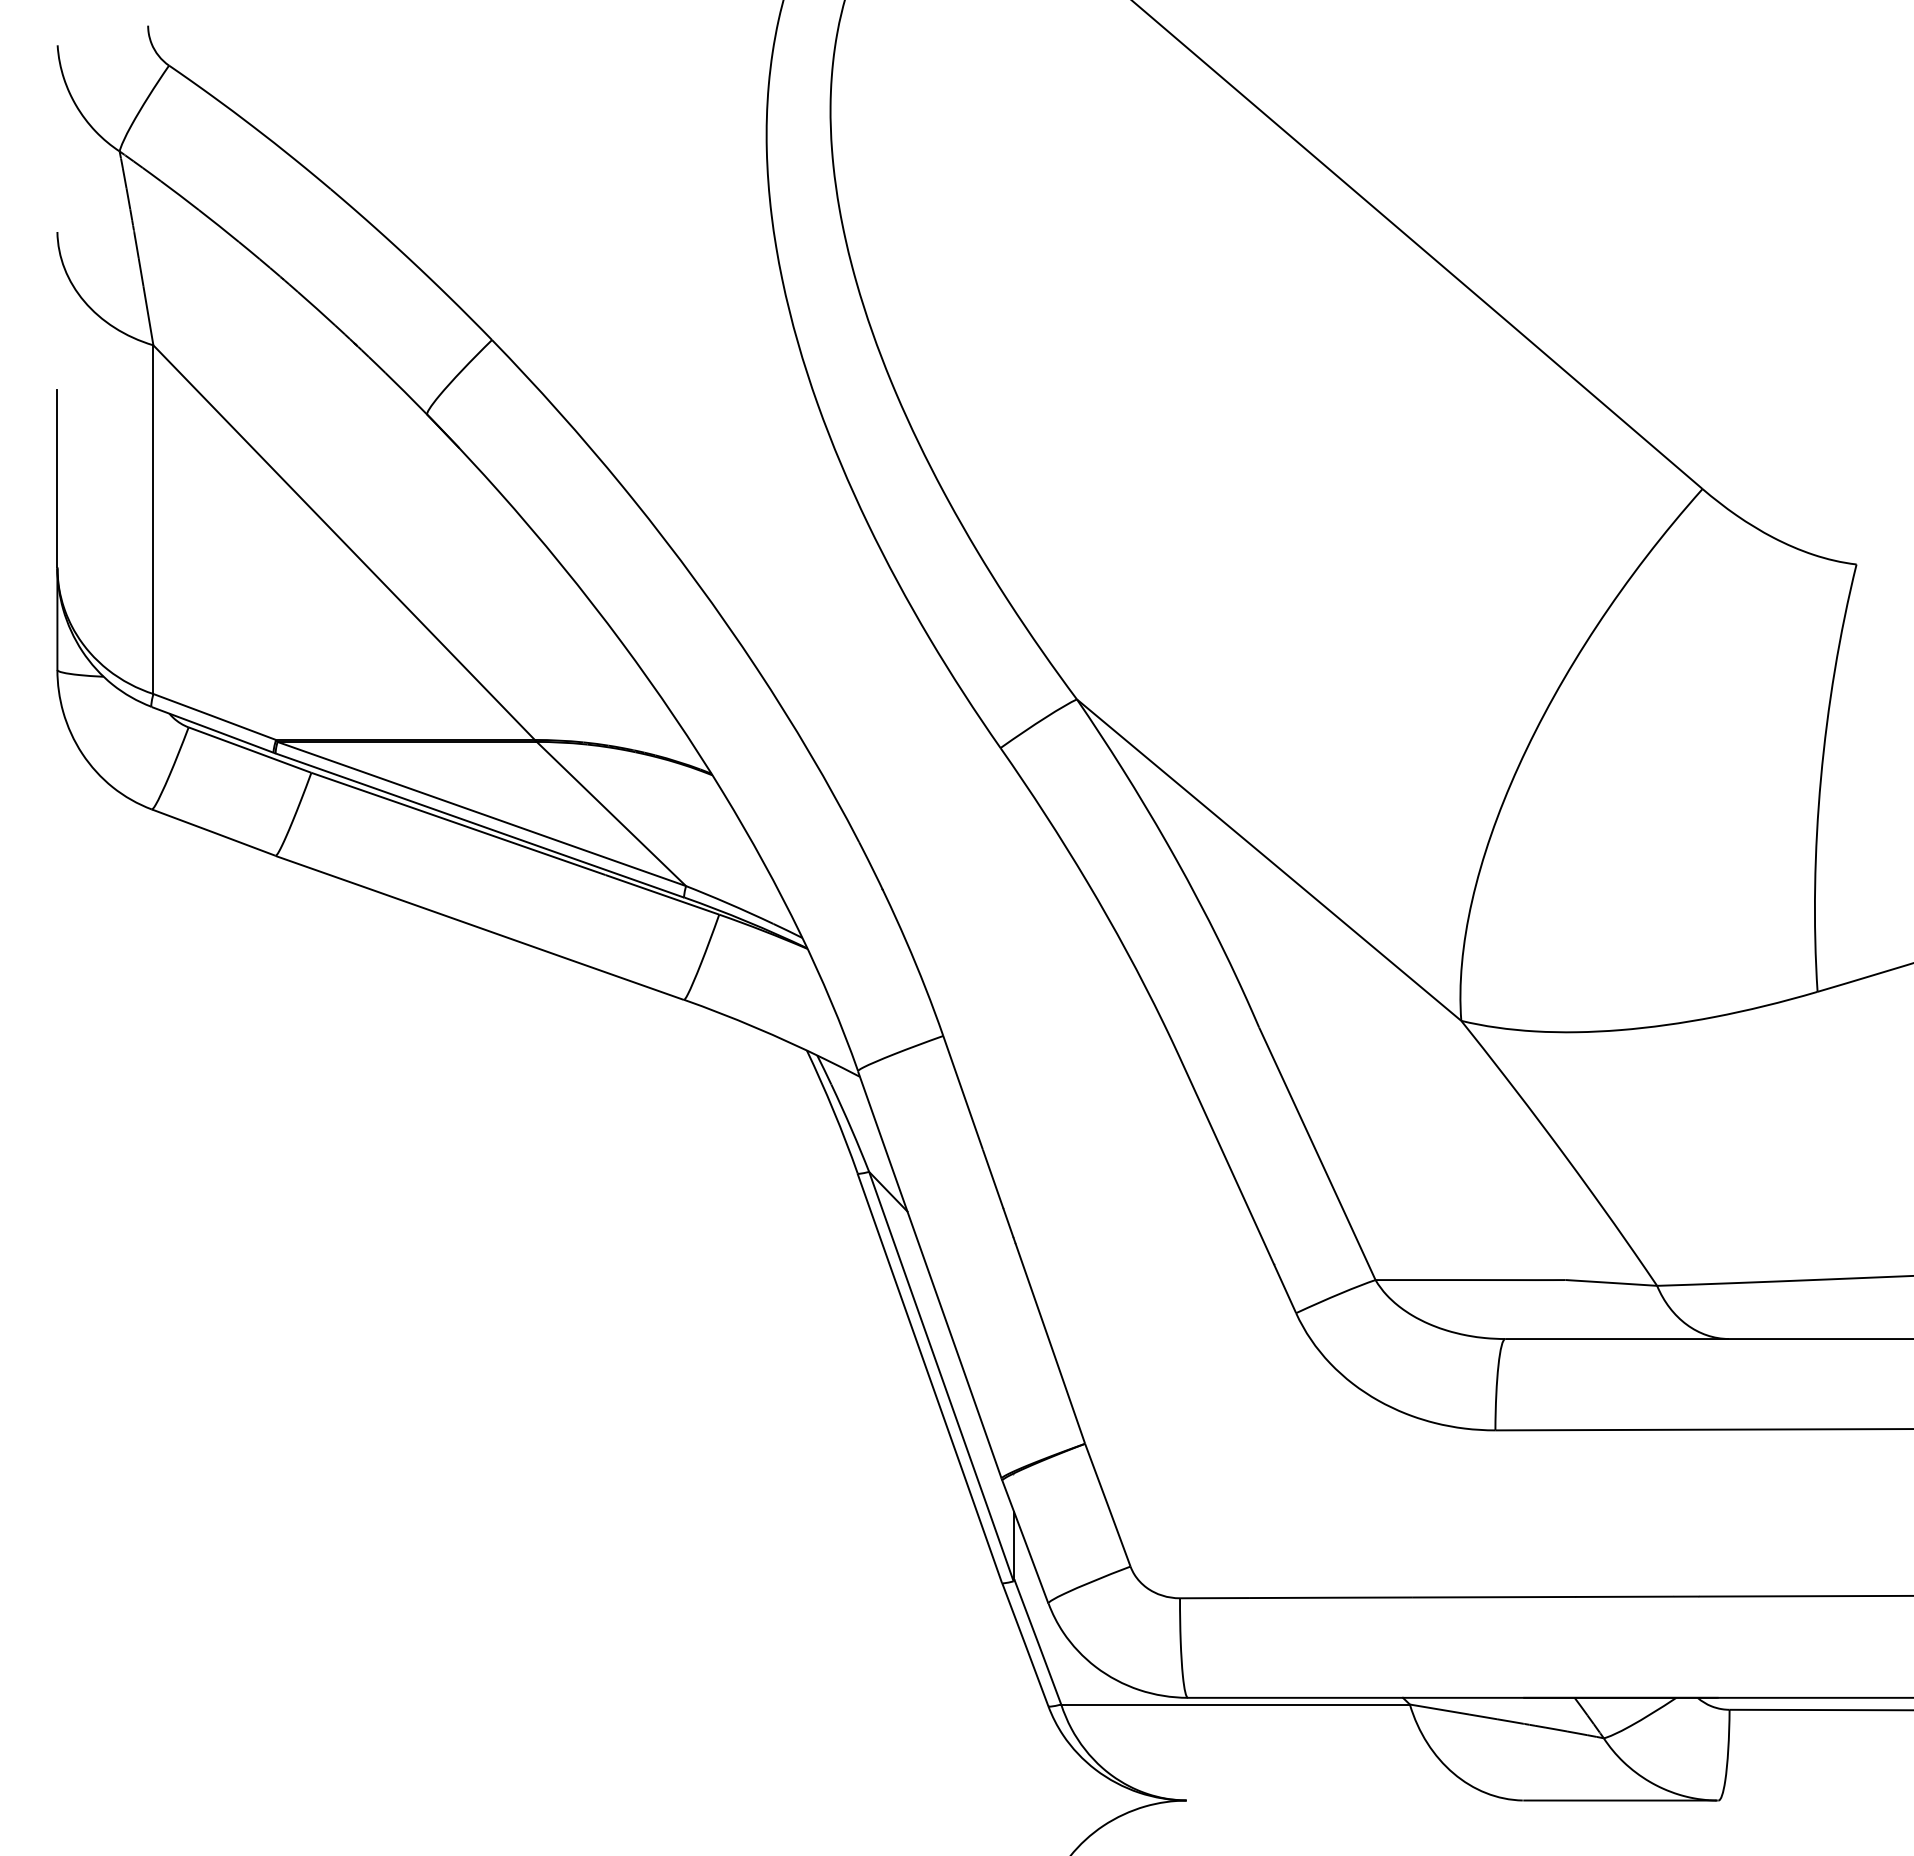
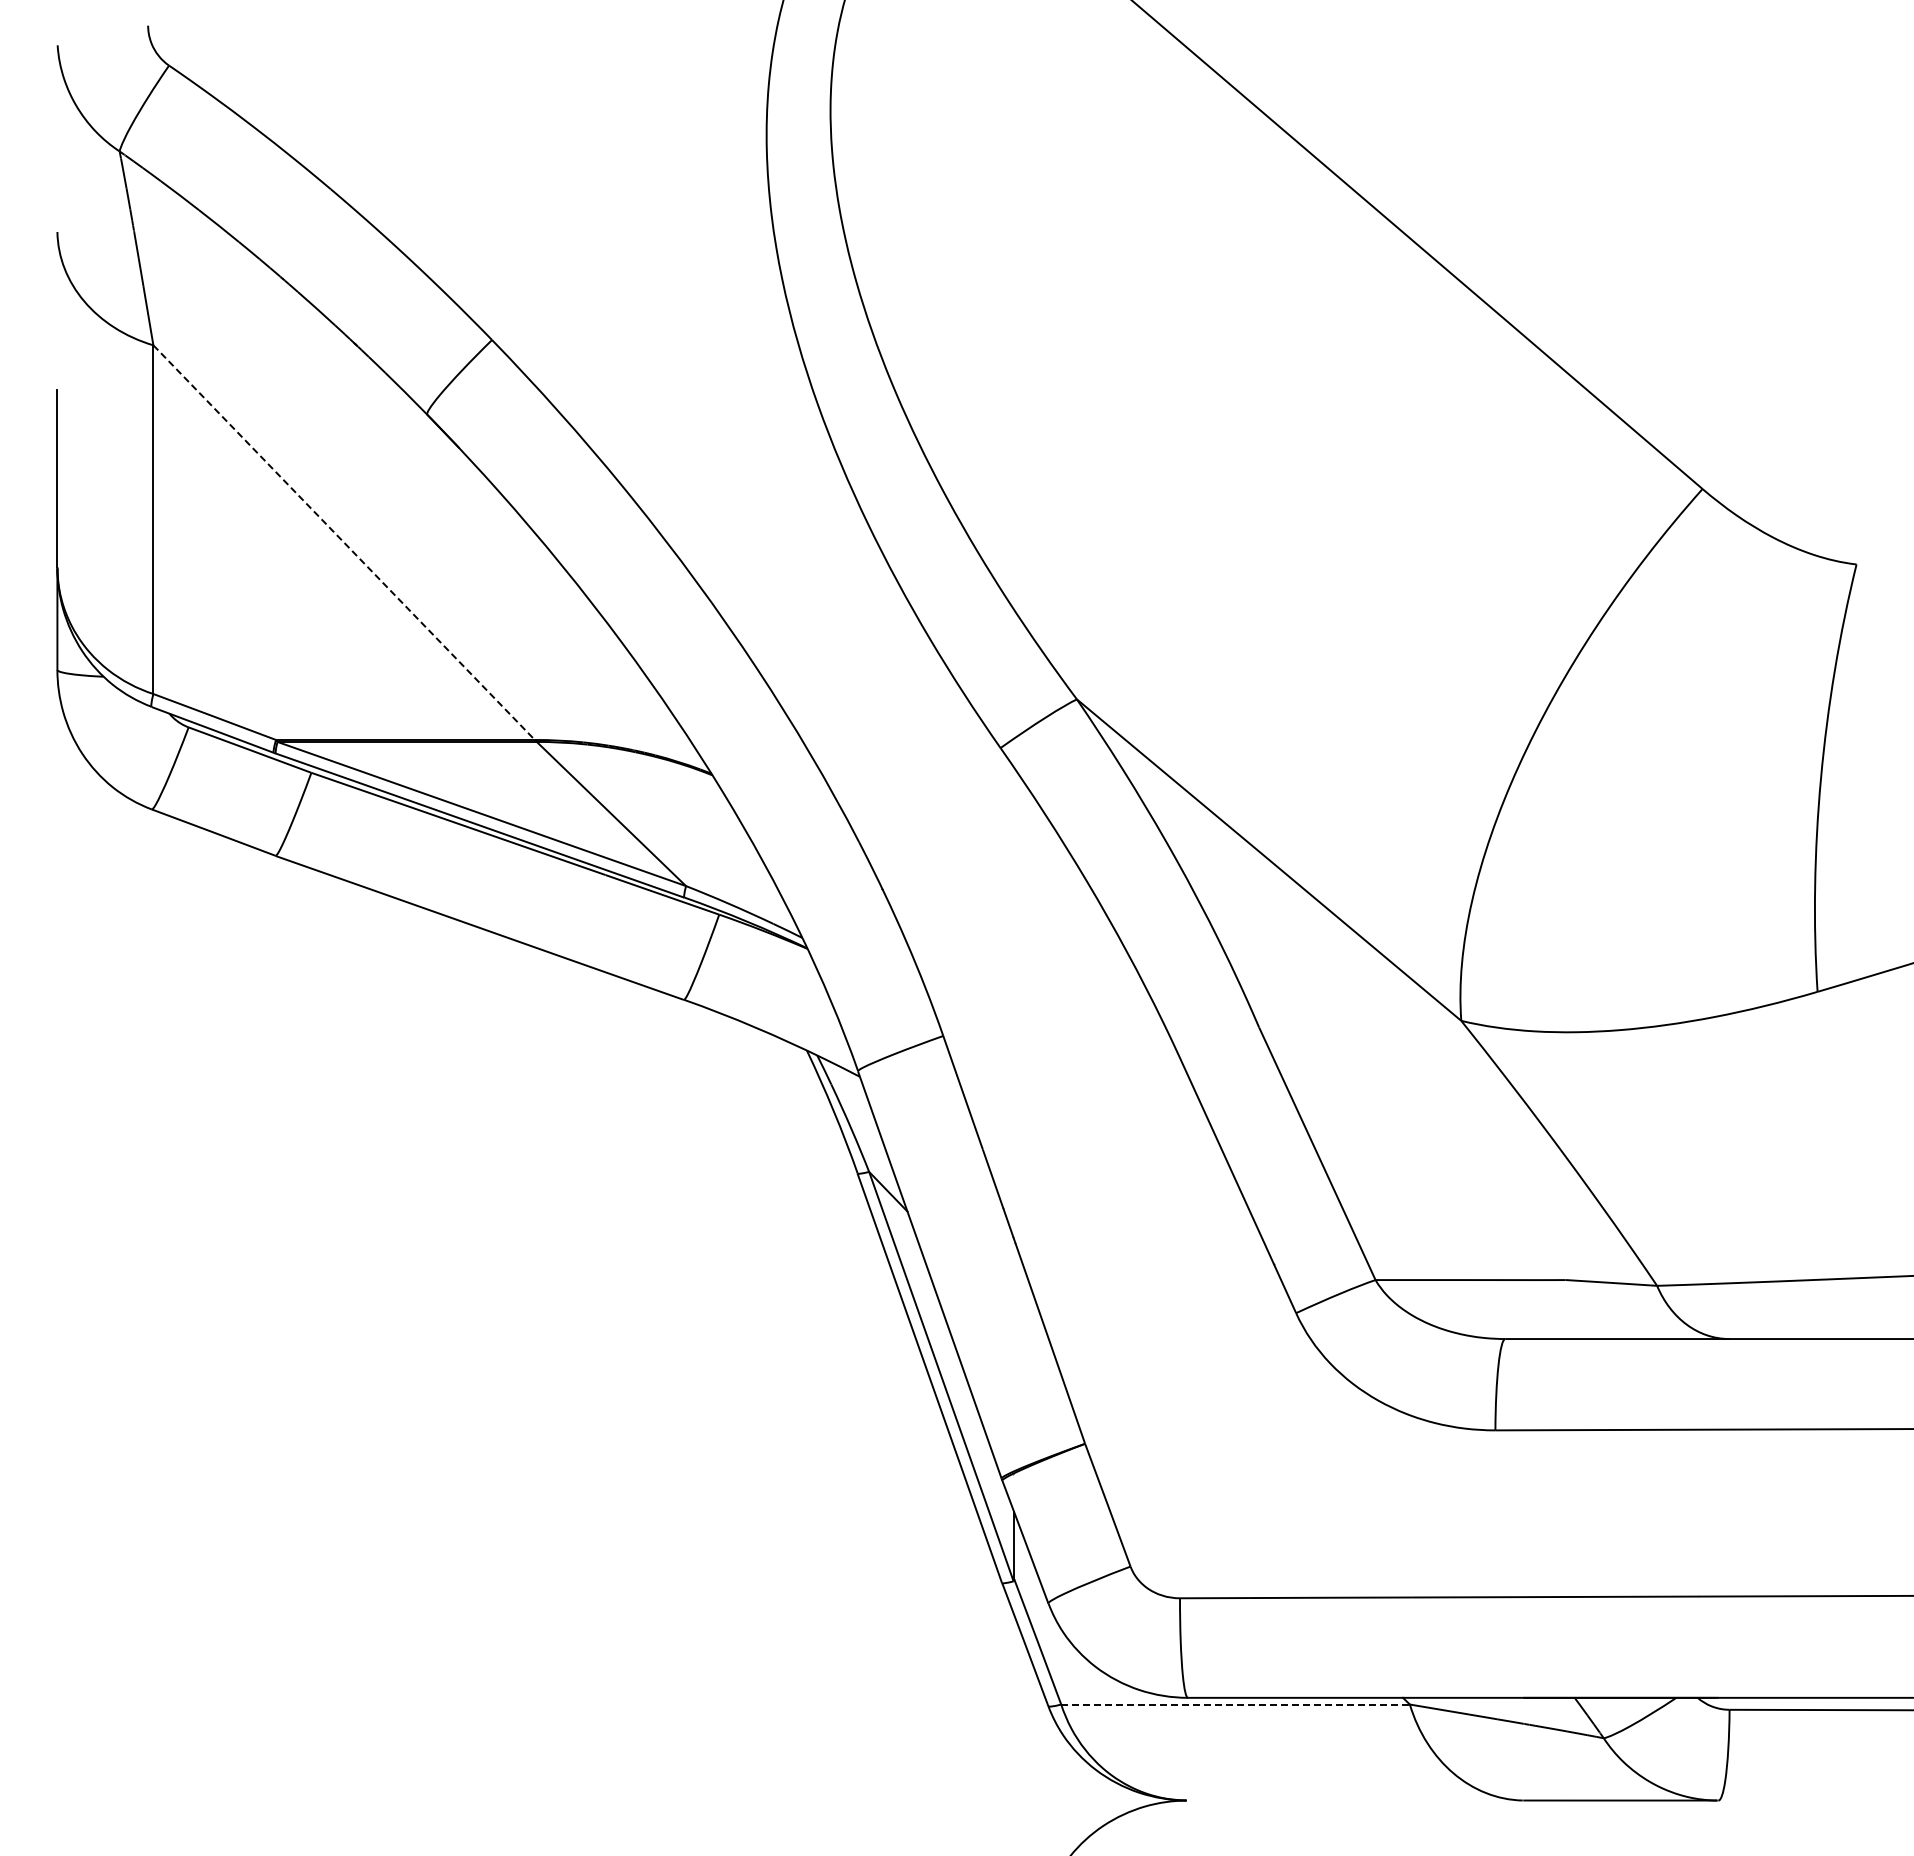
line at (344, 543): solid -> dashed
line at (1236, 1704): solid -> dashed
